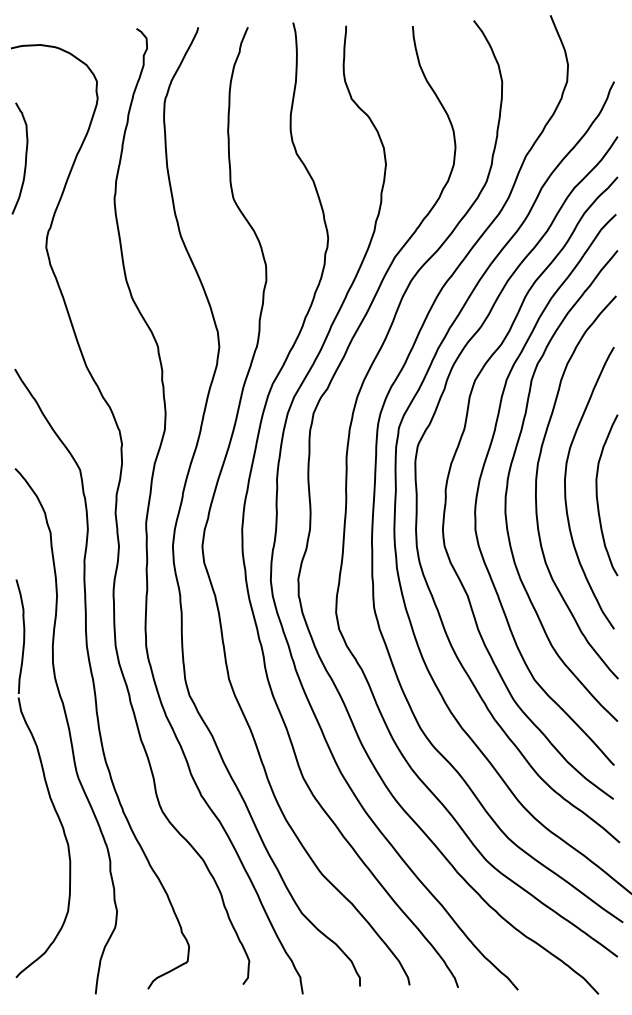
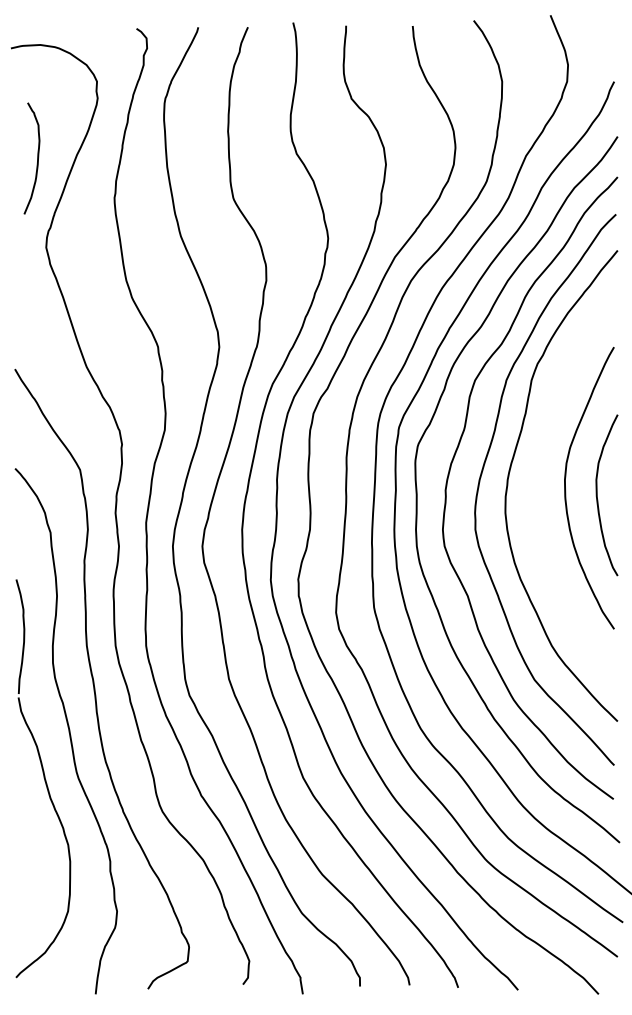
curve at (25, 158) position: (25, 158) -> (37, 158)
curve at (537, 479): present -> none
